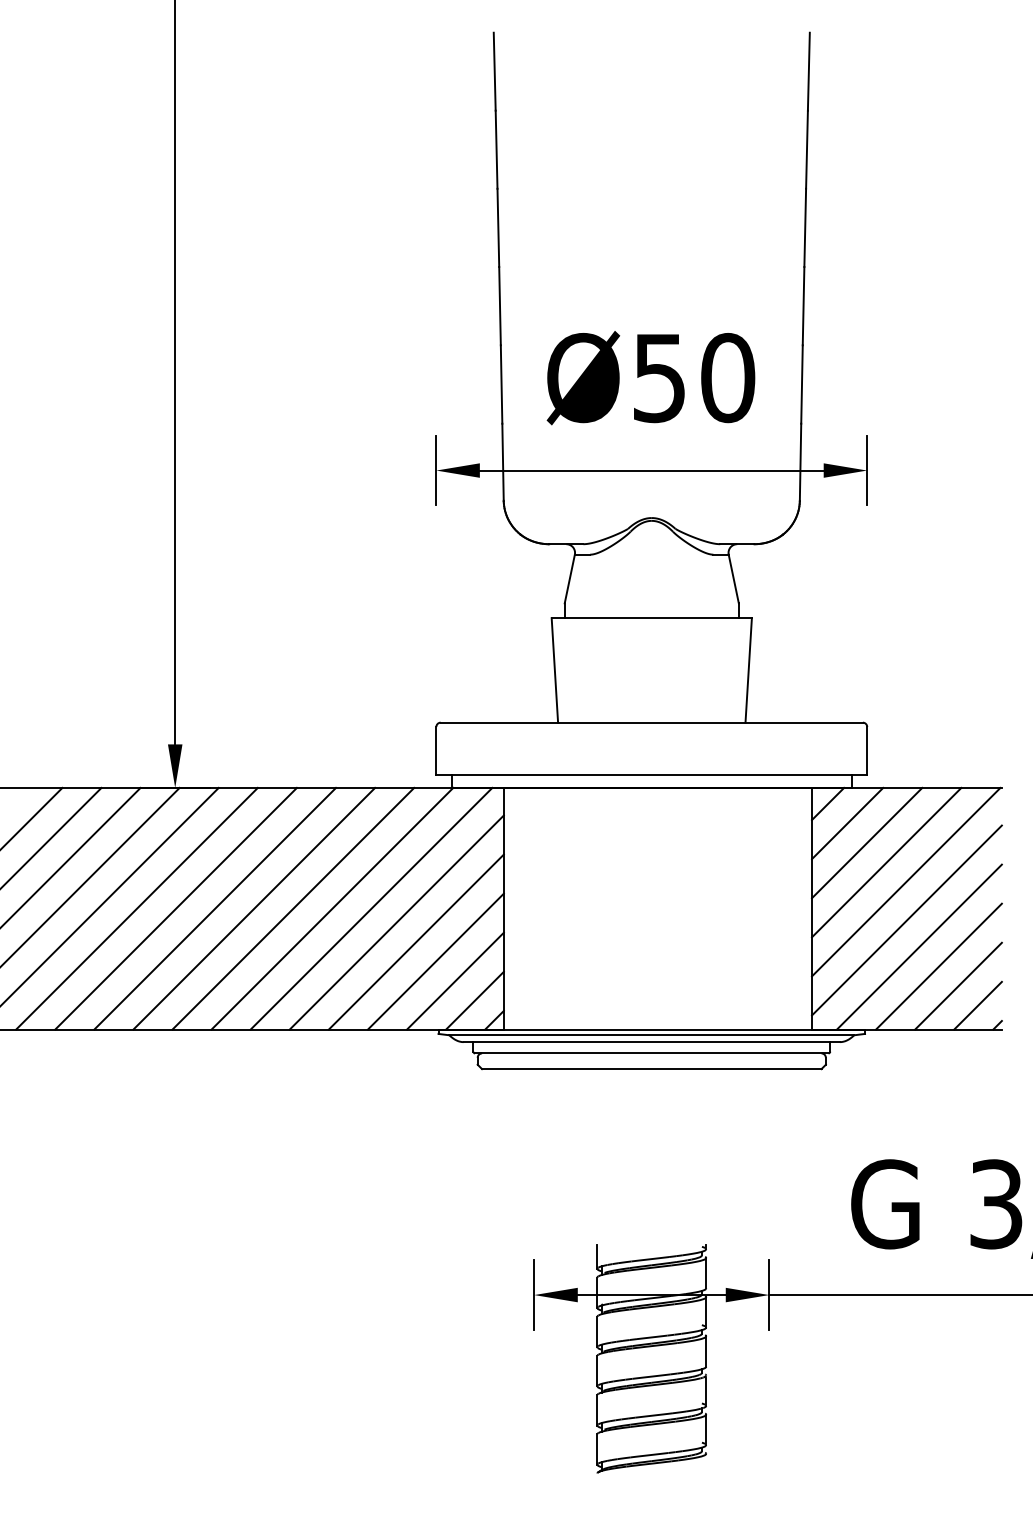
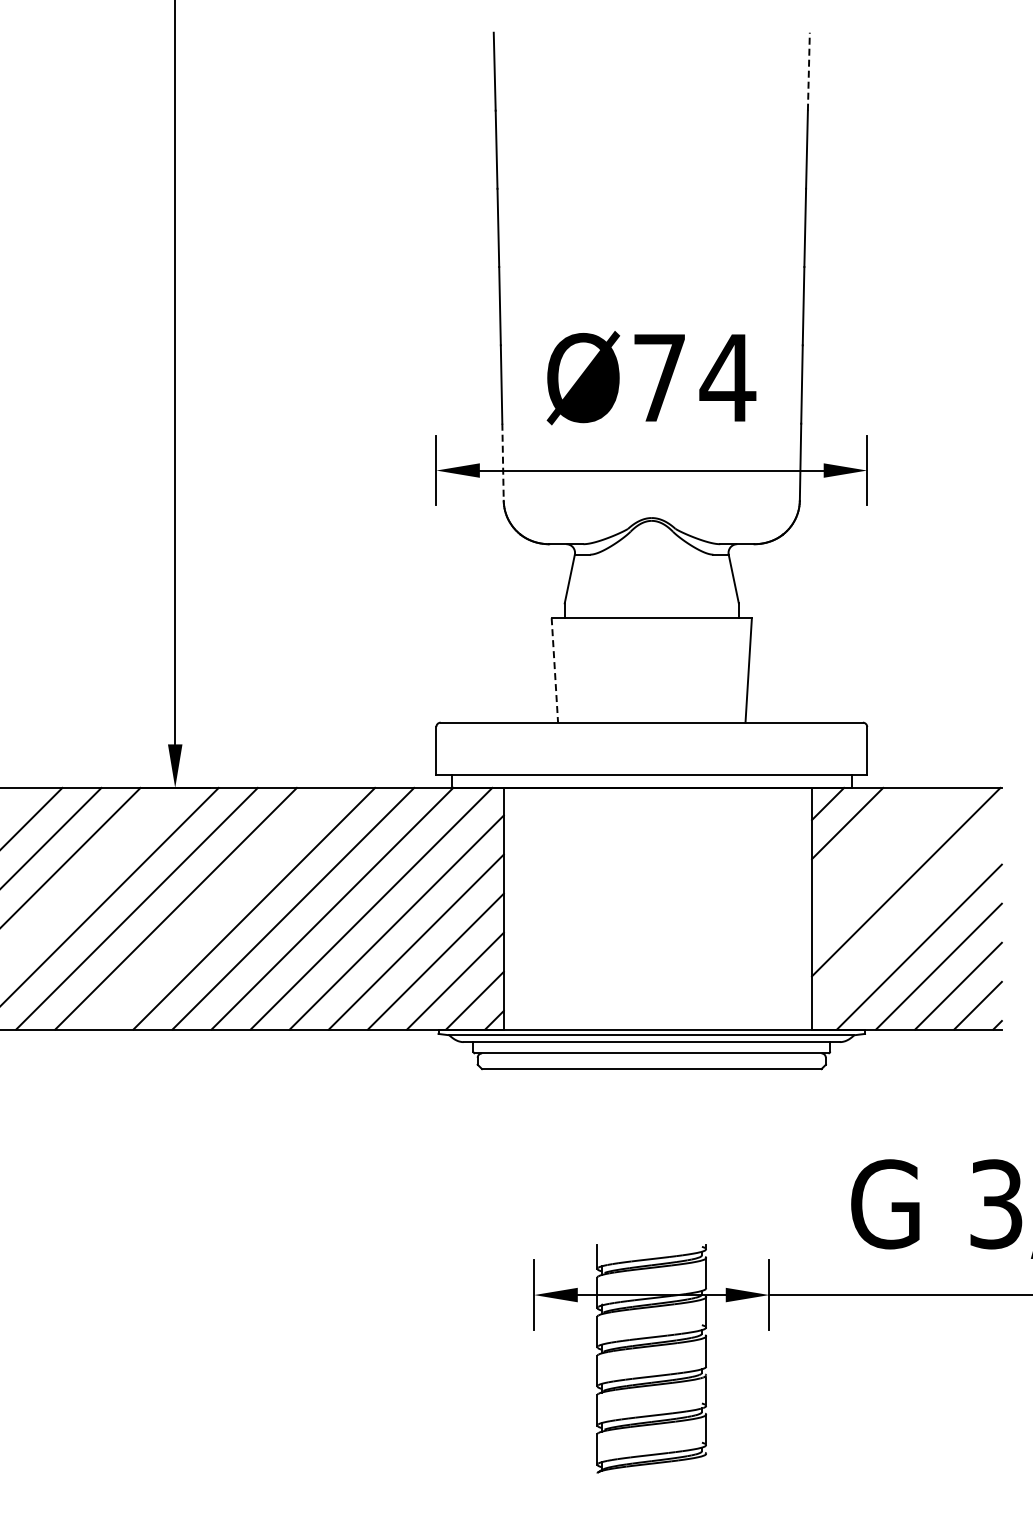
line at (808, 71): solid -> dashed
text at (695, 378): Ø50 -> Ø74
line at (503, 462): solid -> dashed
line at (554, 670): solid -> dashed
line at (867, 842): present -> none
line at (886, 862): present -> none
line at (90, 876): present -> none
line at (215, 908): present -> none
line at (906, 920): present -> none
